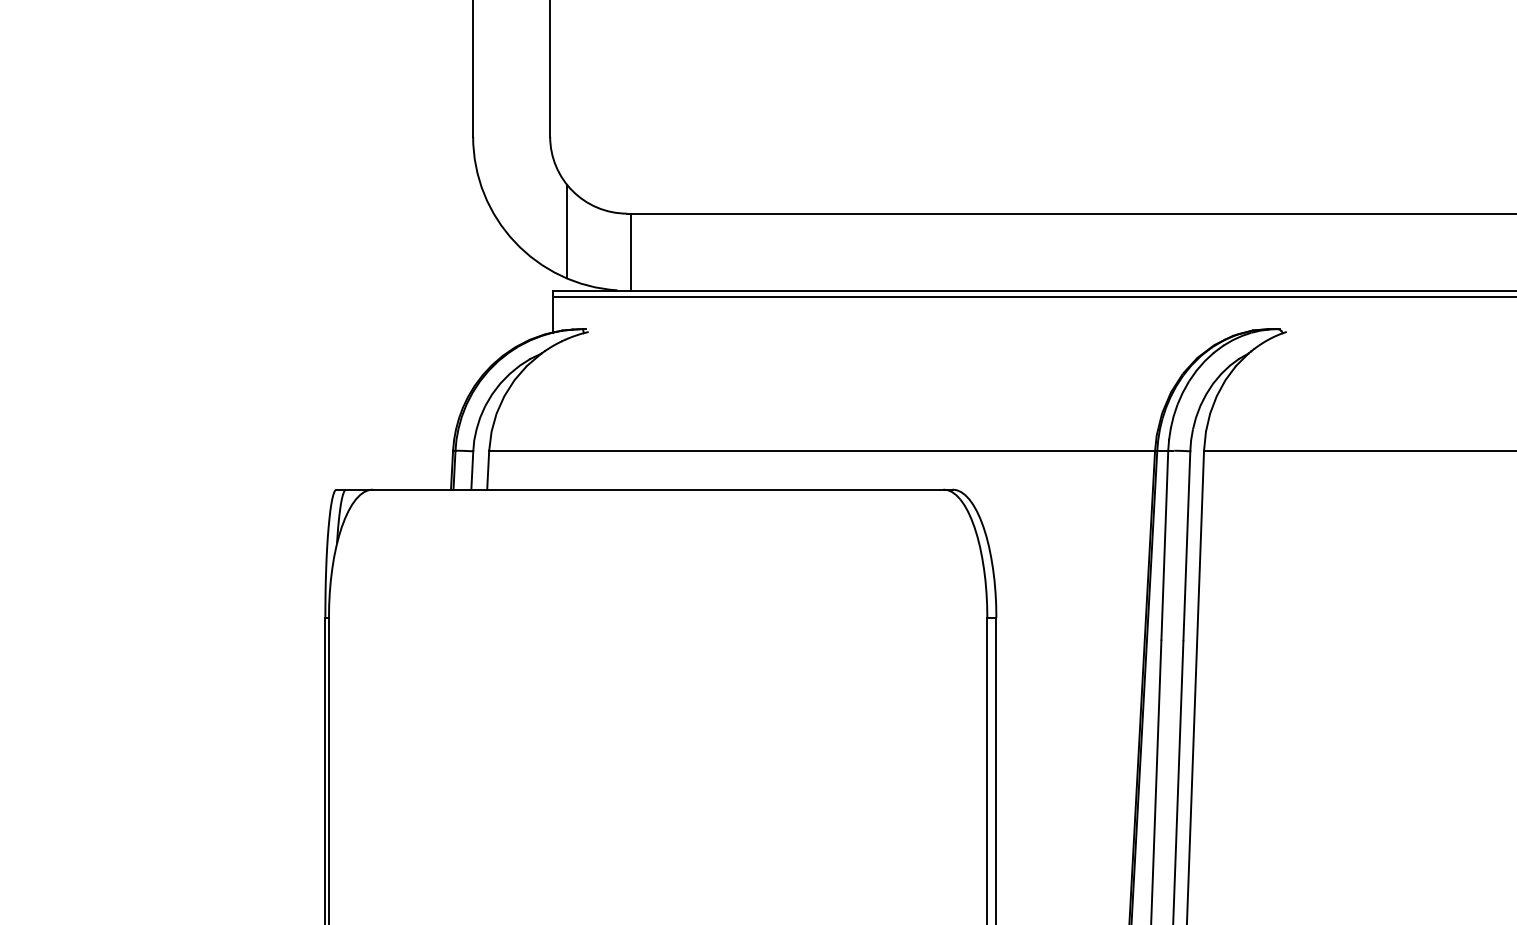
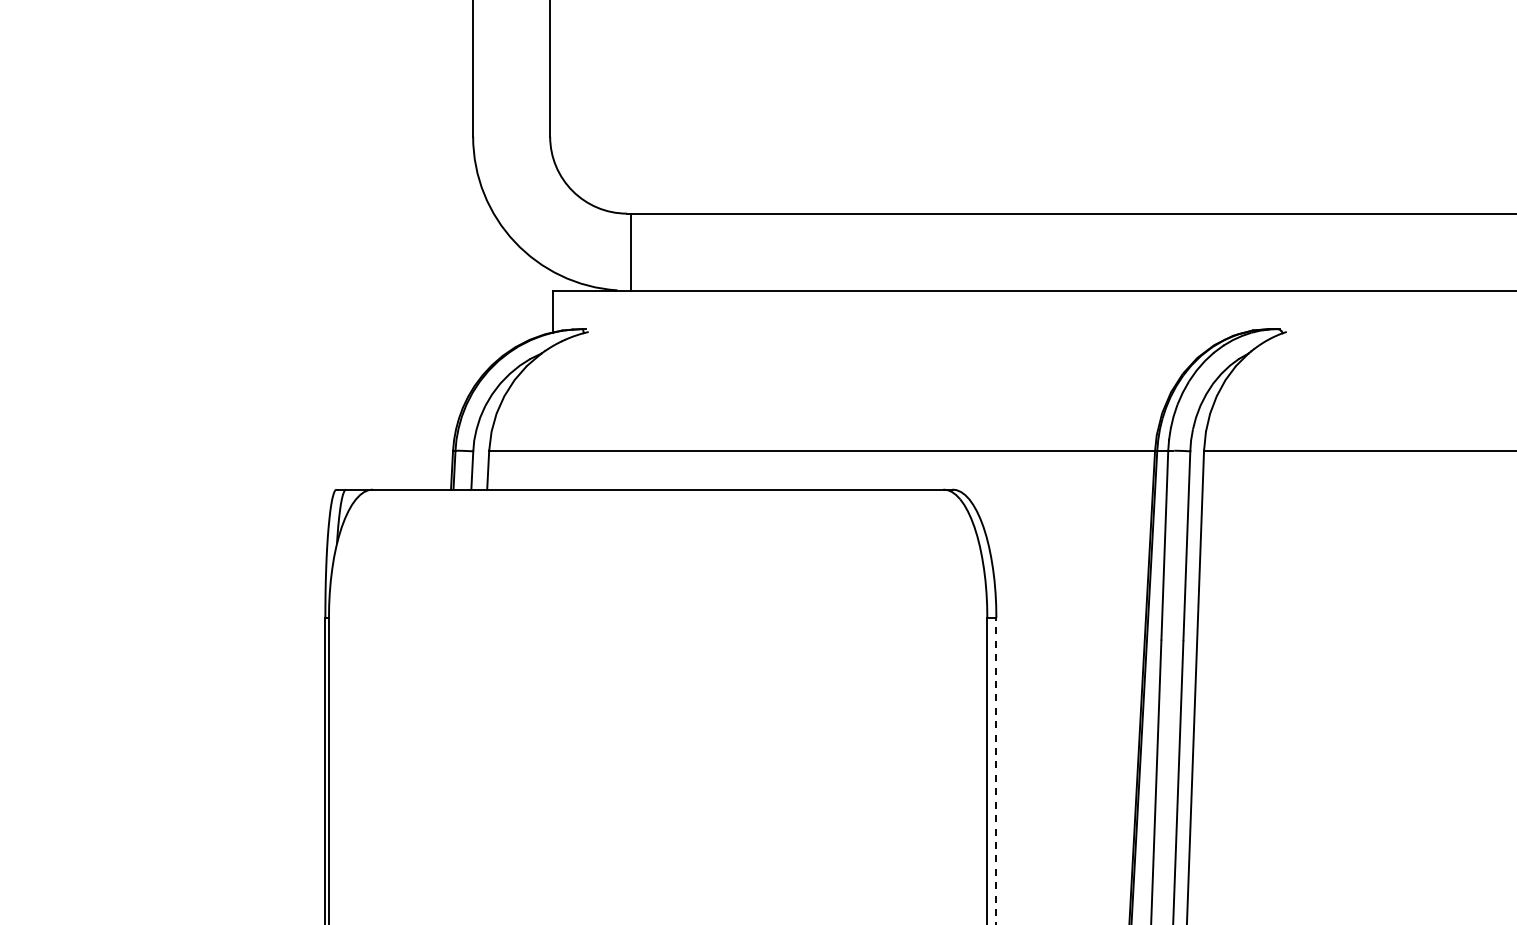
line at (567, 231): present -> none
line at (1033, 297): present -> none
line at (996, 770): solid -> dashed
